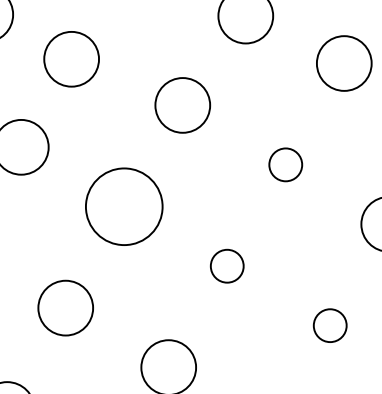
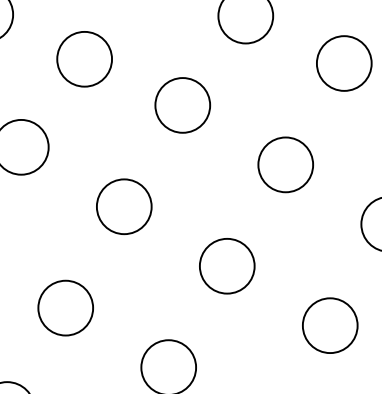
circle at (71, 59) position: (71, 59) -> (84, 59)
circle at (285, 164) diameter: 33 px -> 55 px
circle at (123, 206) diameter: 77 px -> 55 px
circle at (226, 265) diameter: 33 px -> 55 px
circle at (329, 325) diameter: 33 px -> 55 px
